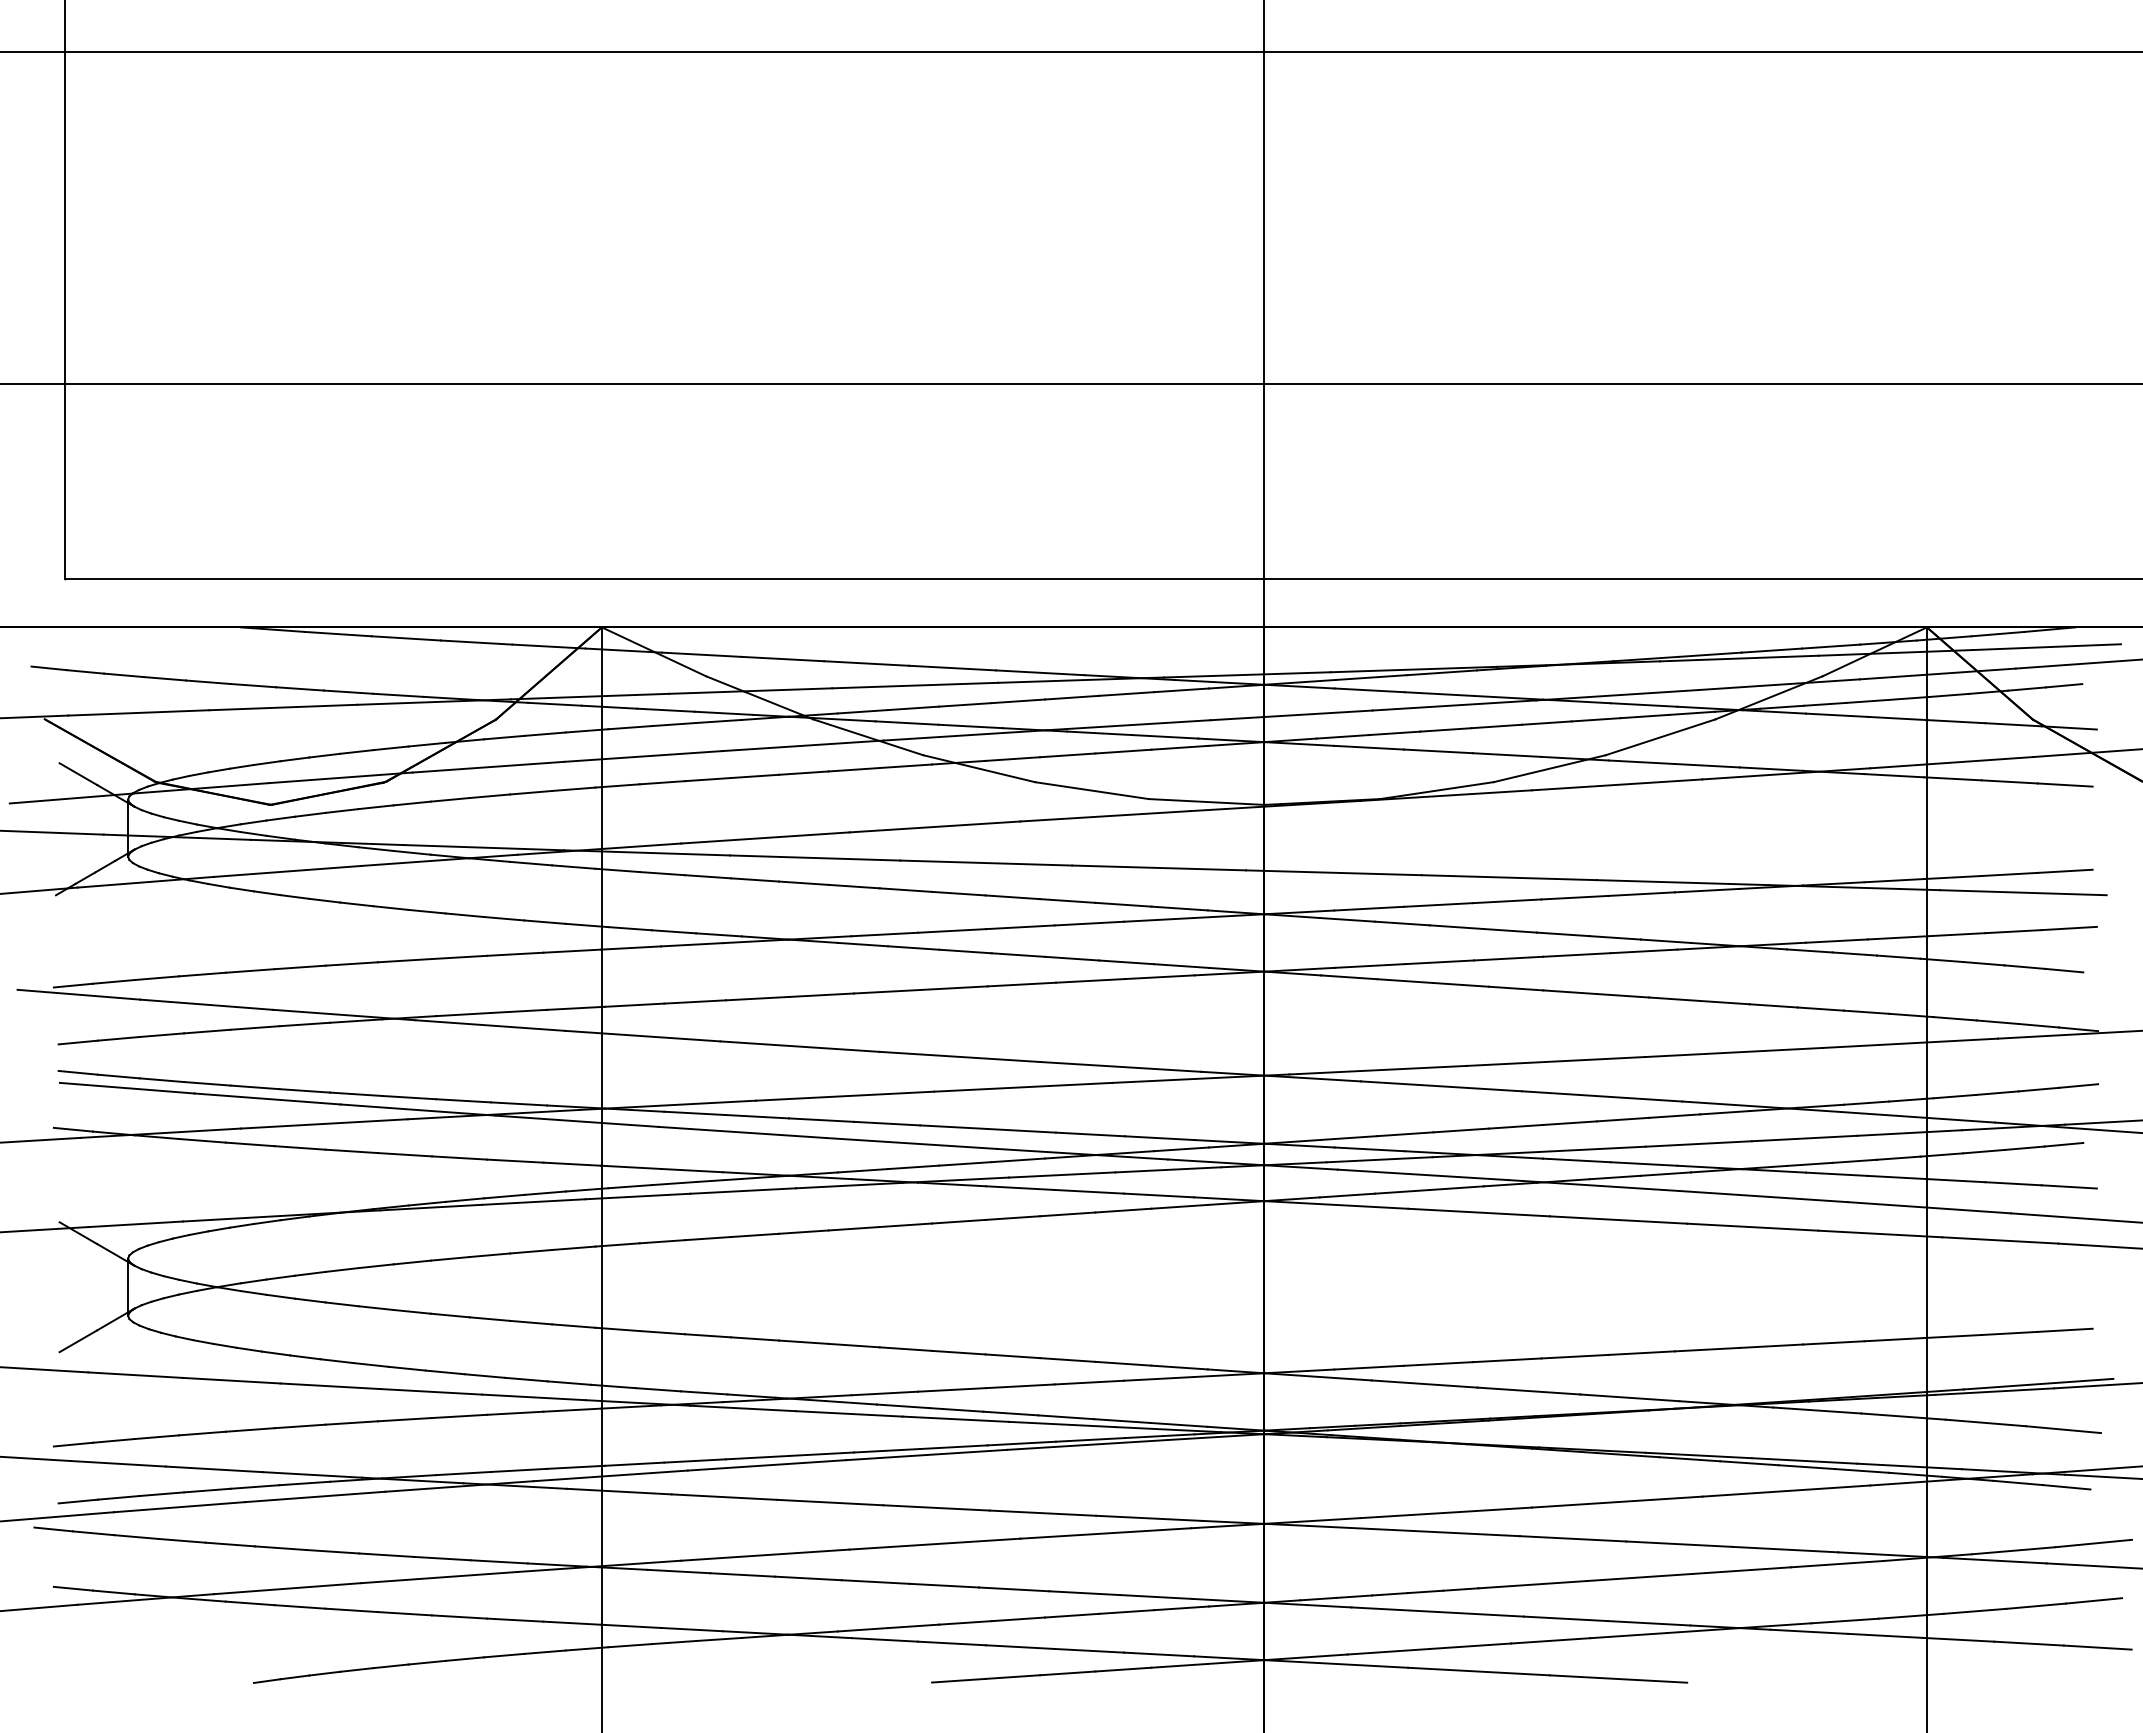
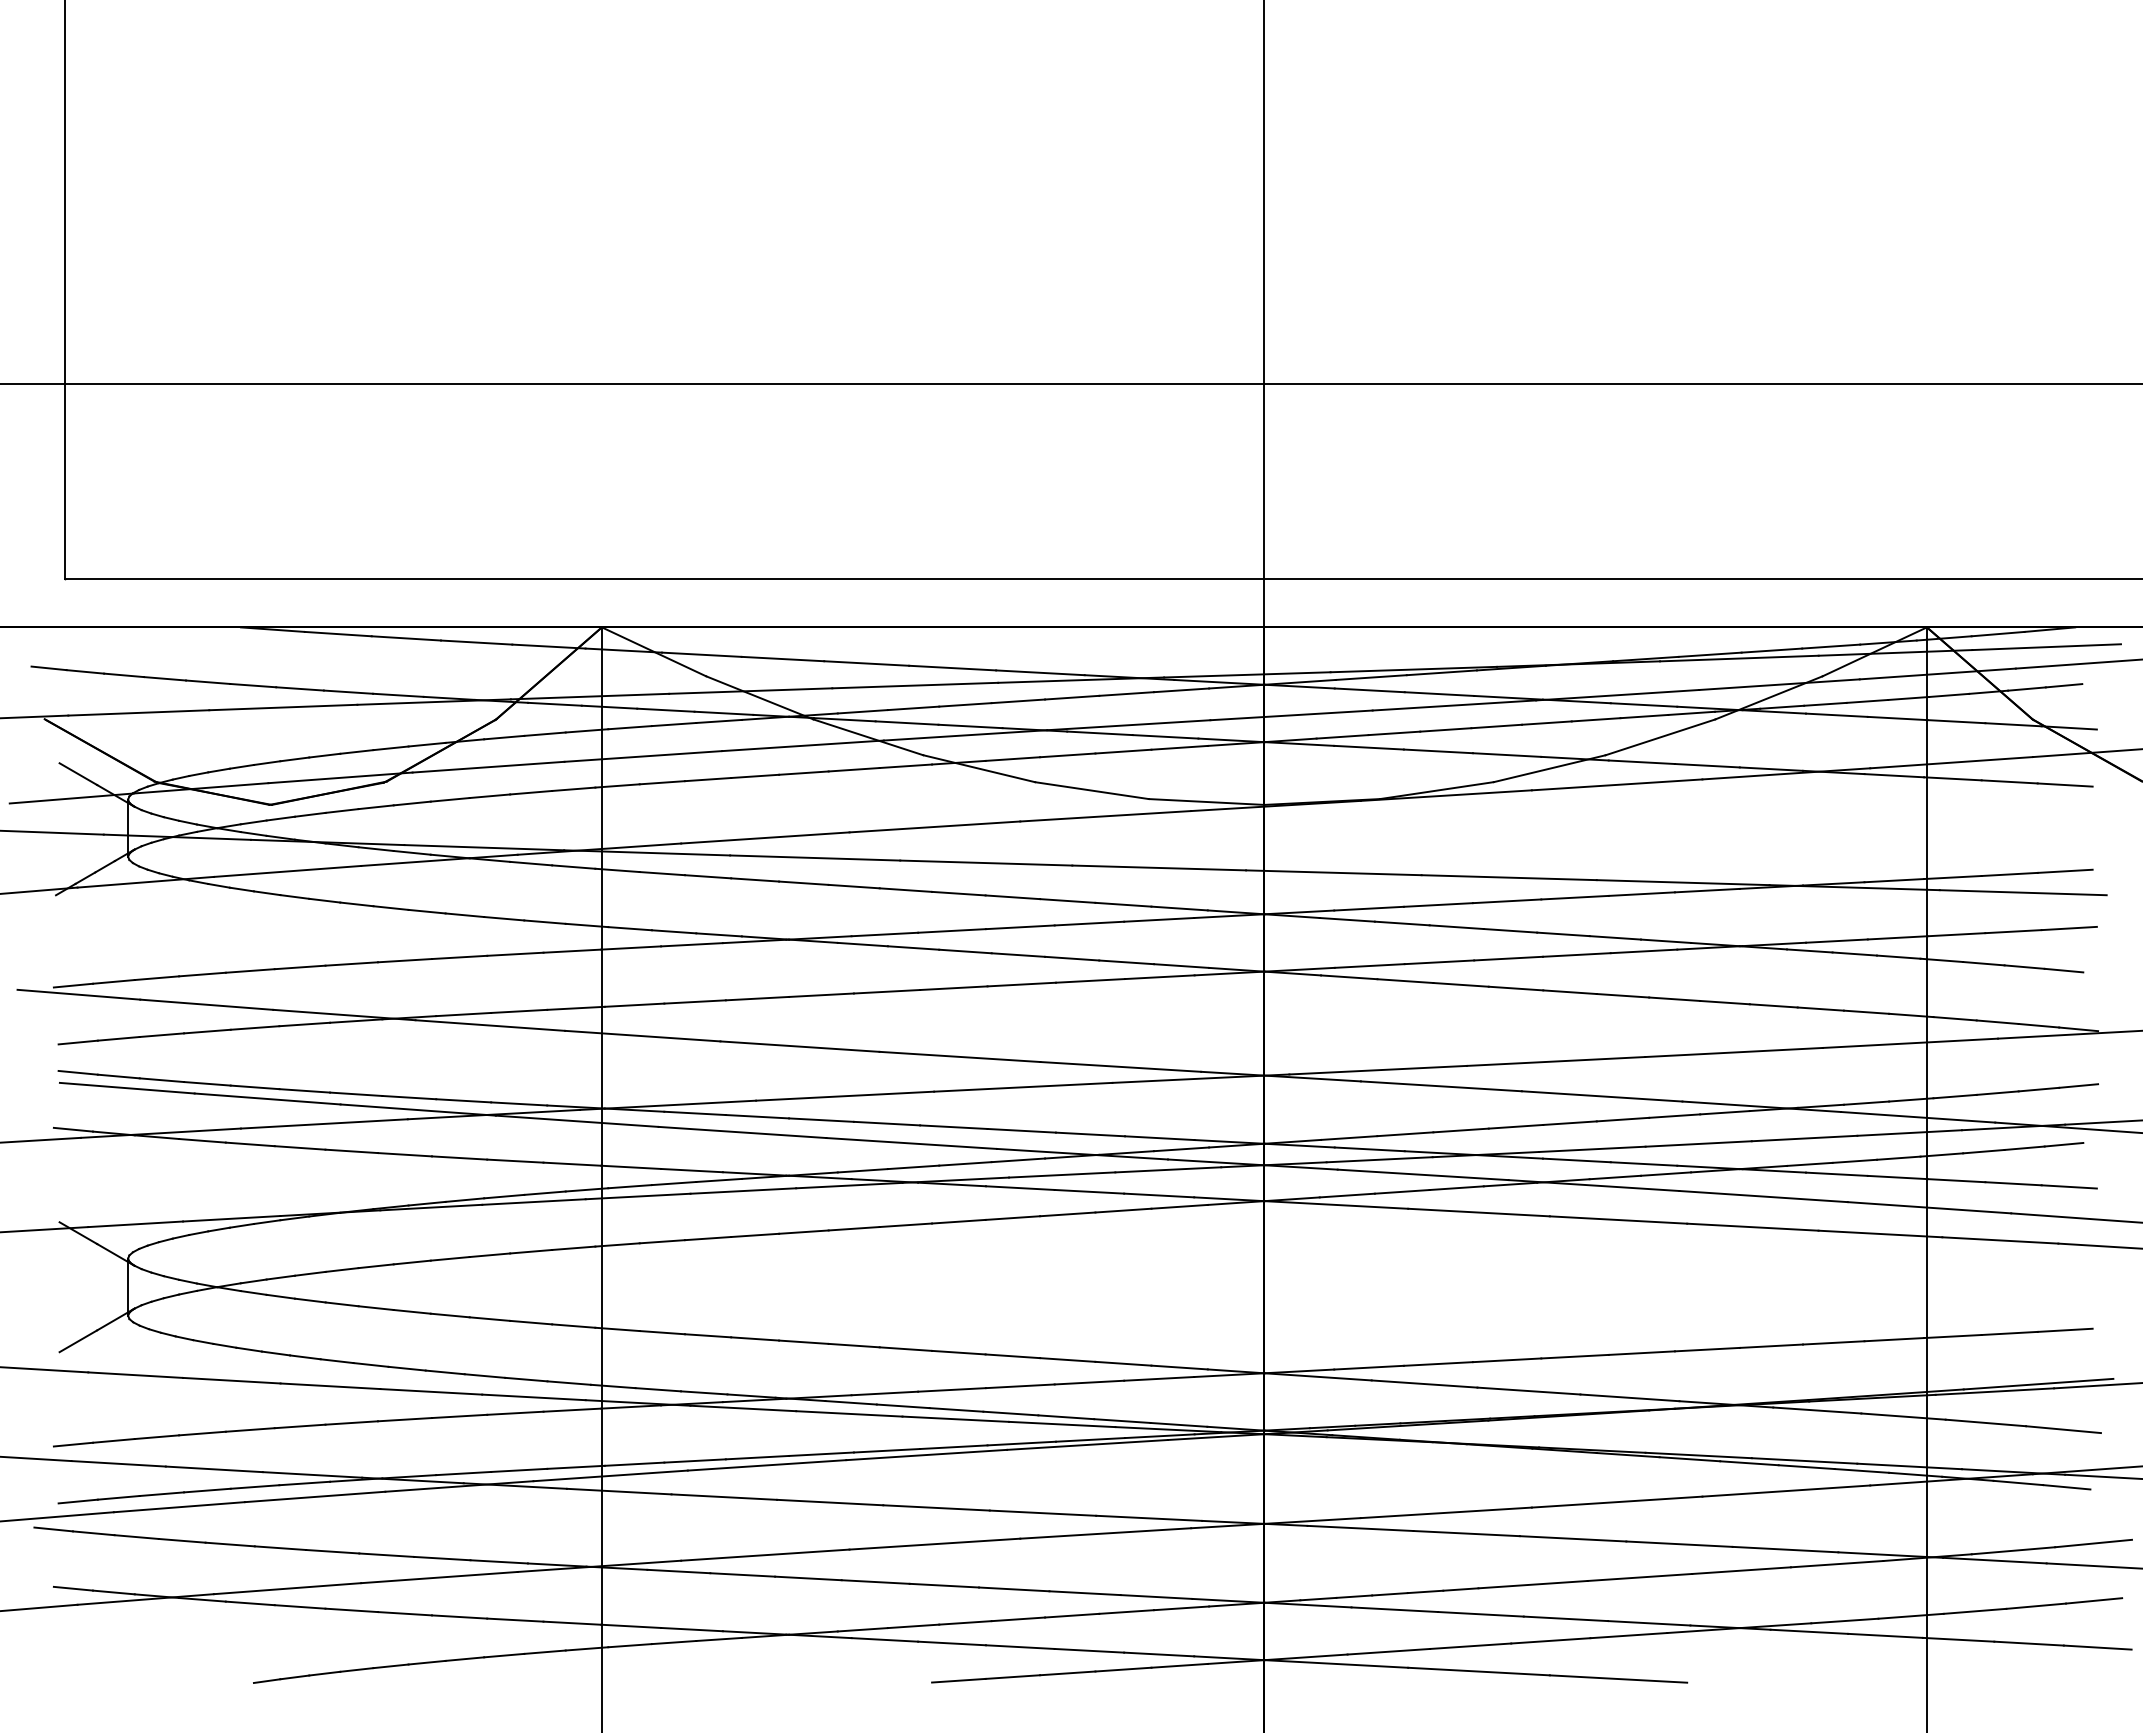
line at (1070, 51): present -> none
